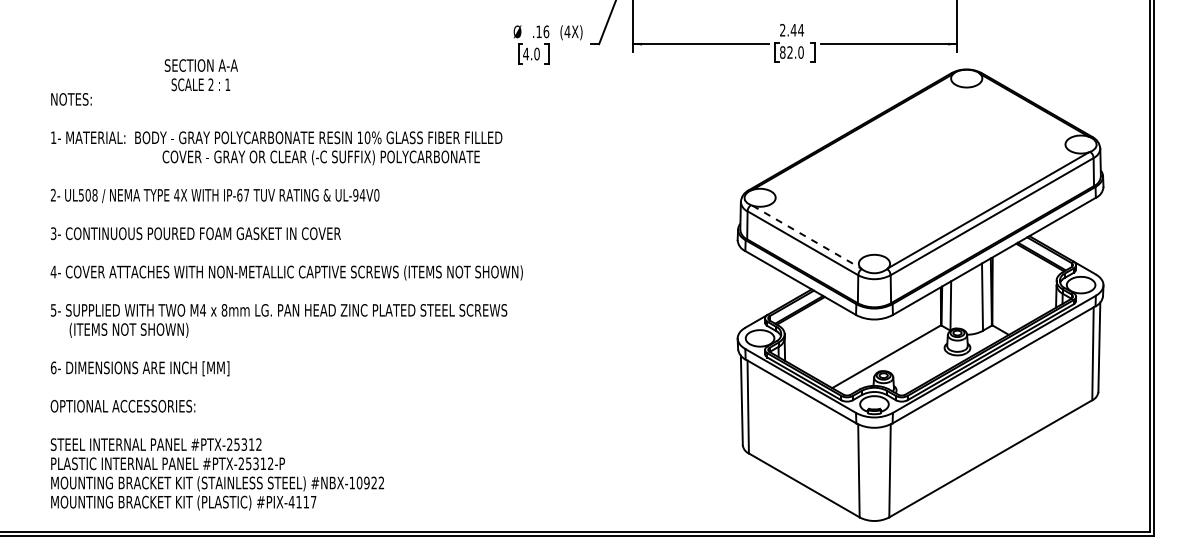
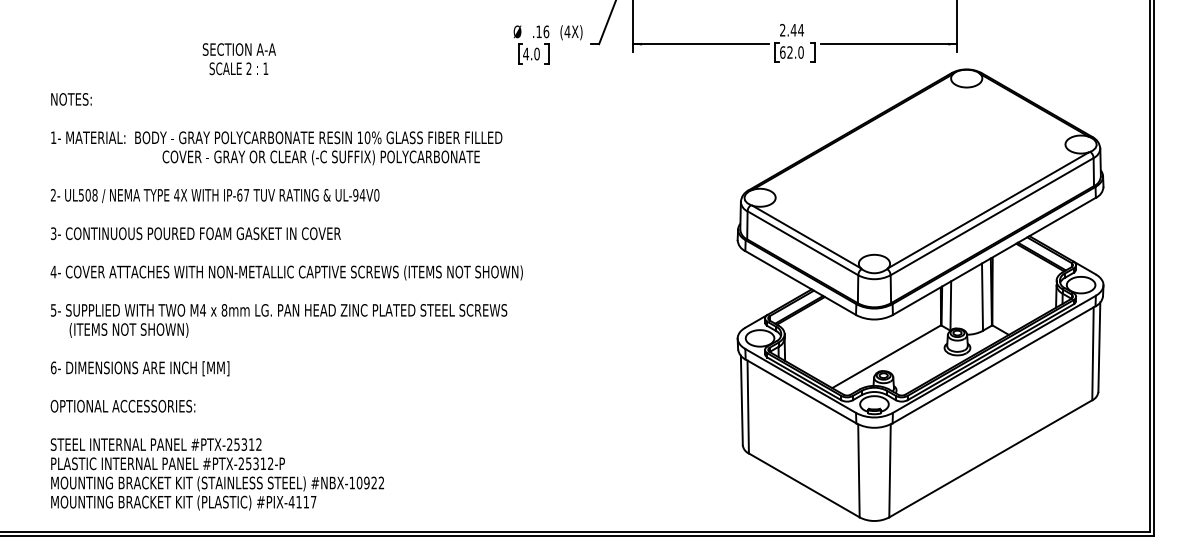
text at (782, 52): 82.0 -> 62.0
text at (200, 75) position: (200, 75) -> (238, 59)
line at (806, 236): dashed -> solid
